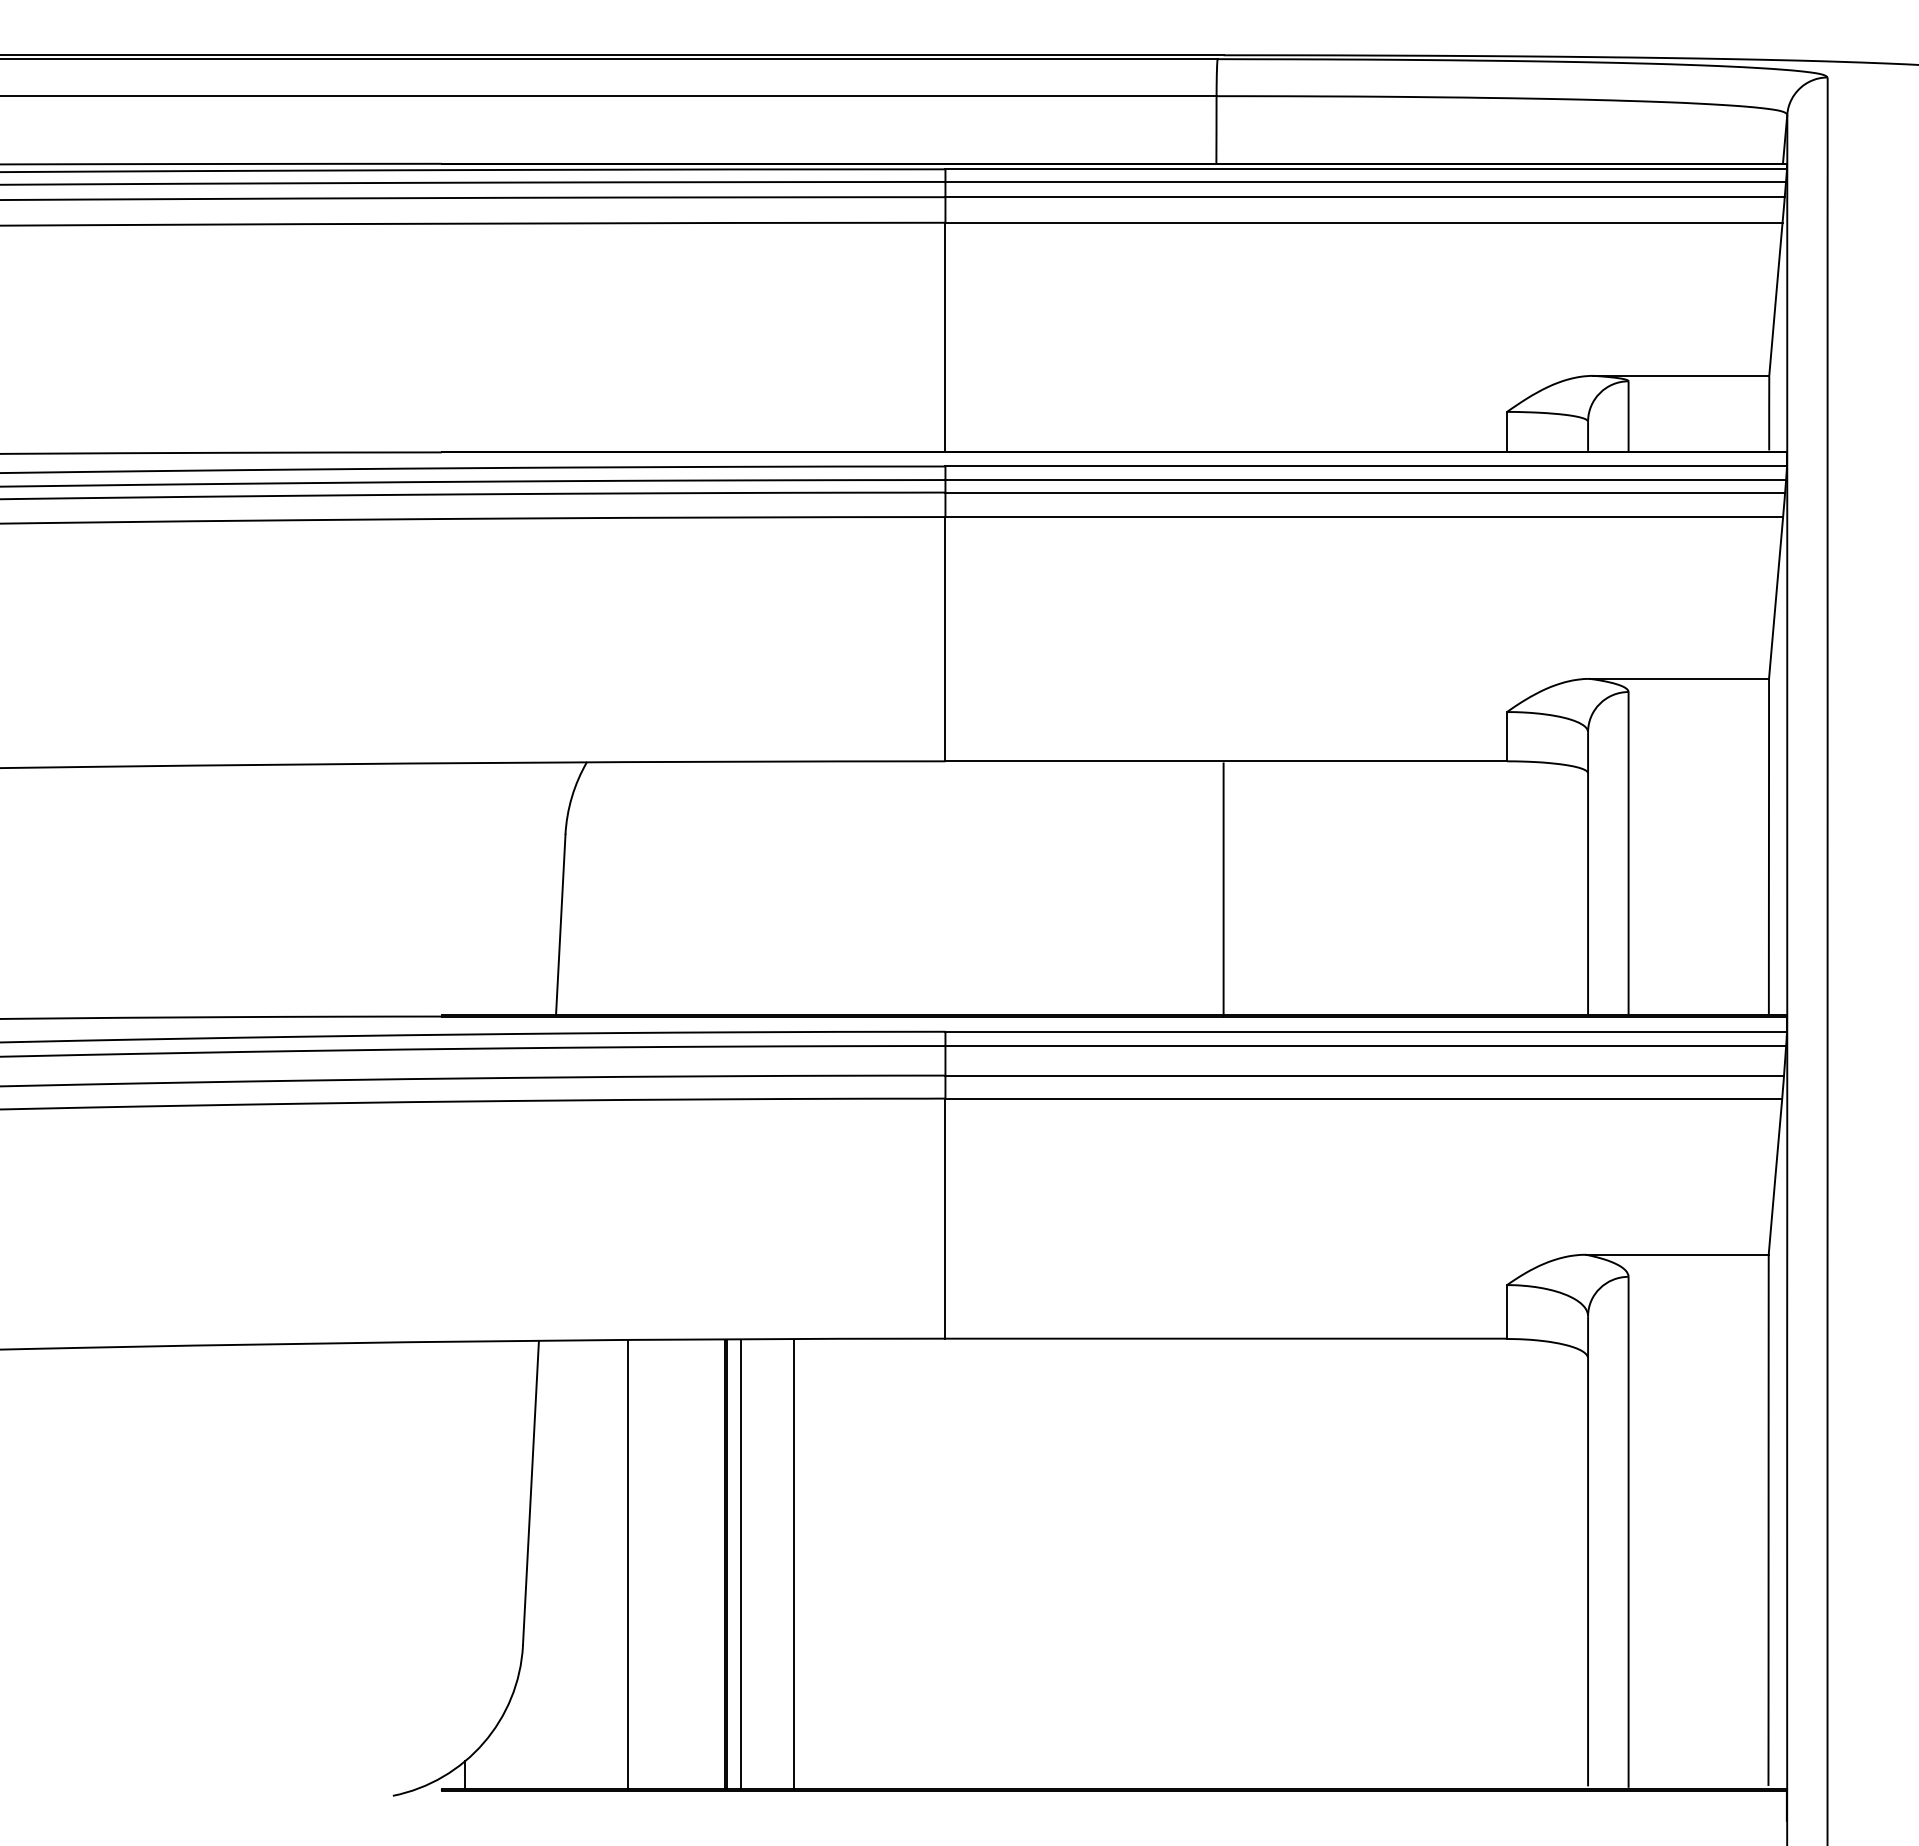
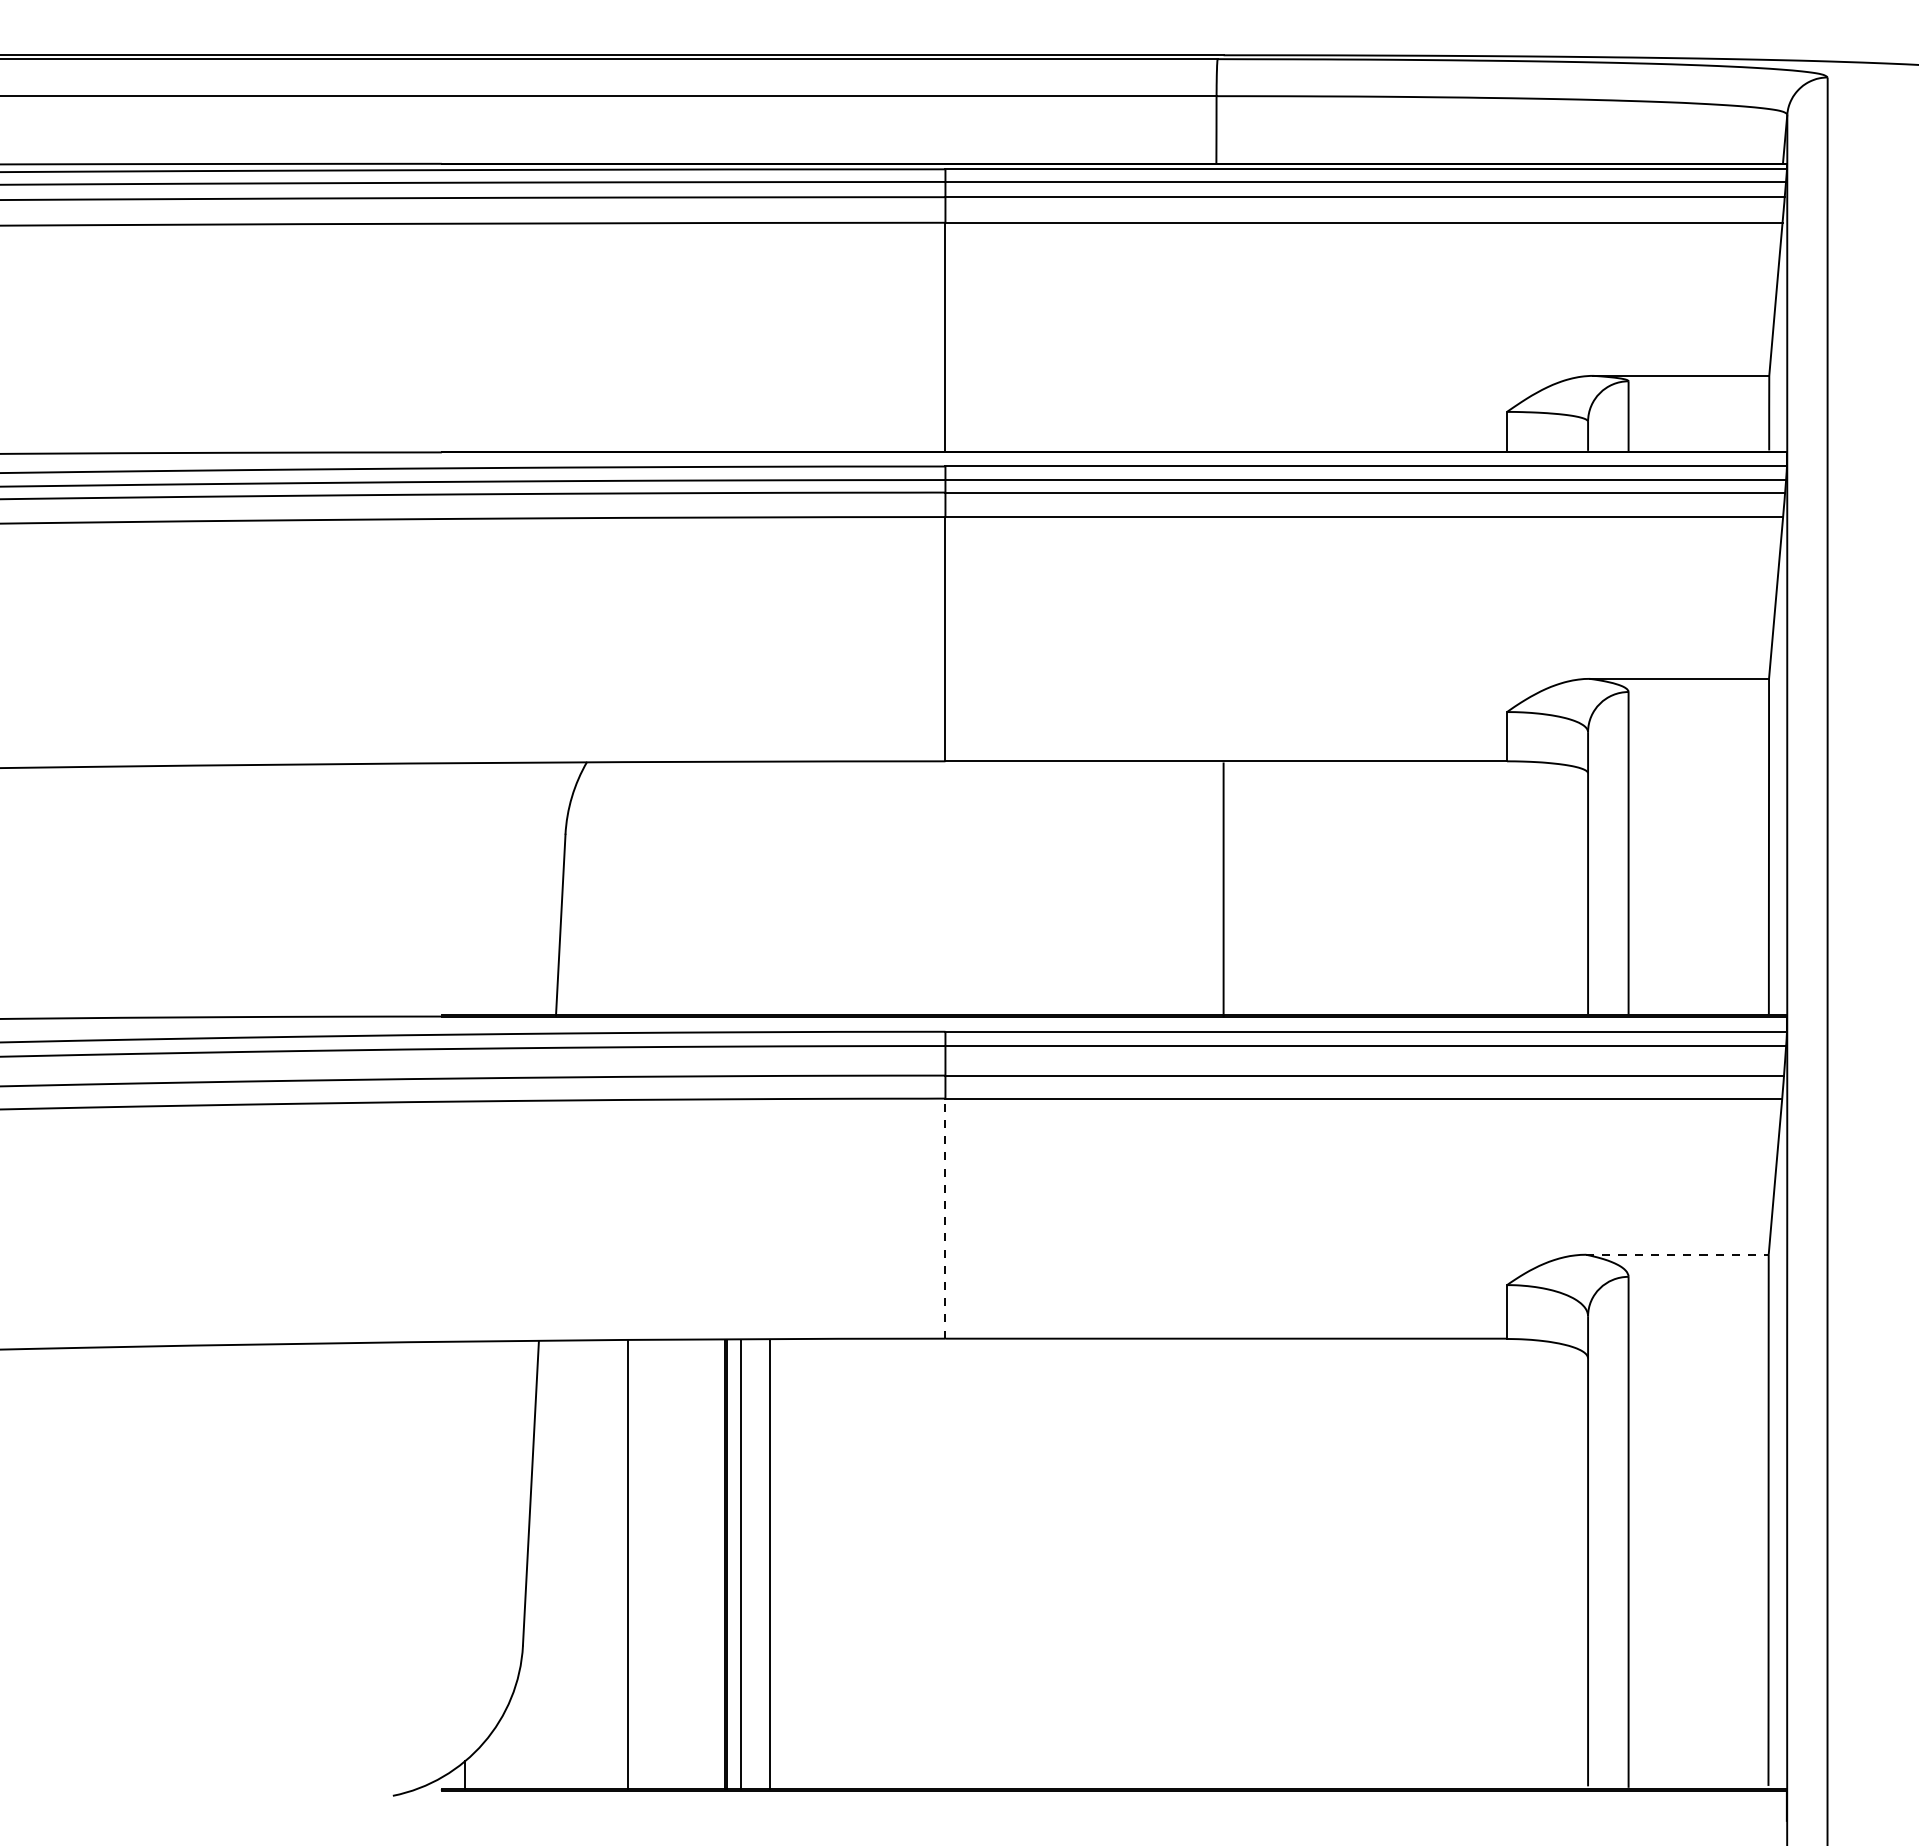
line at (945, 1218): solid -> dashed
line at (1677, 1254): solid -> dashed
line at (794, 1564) position: (794, 1564) -> (770, 1564)
